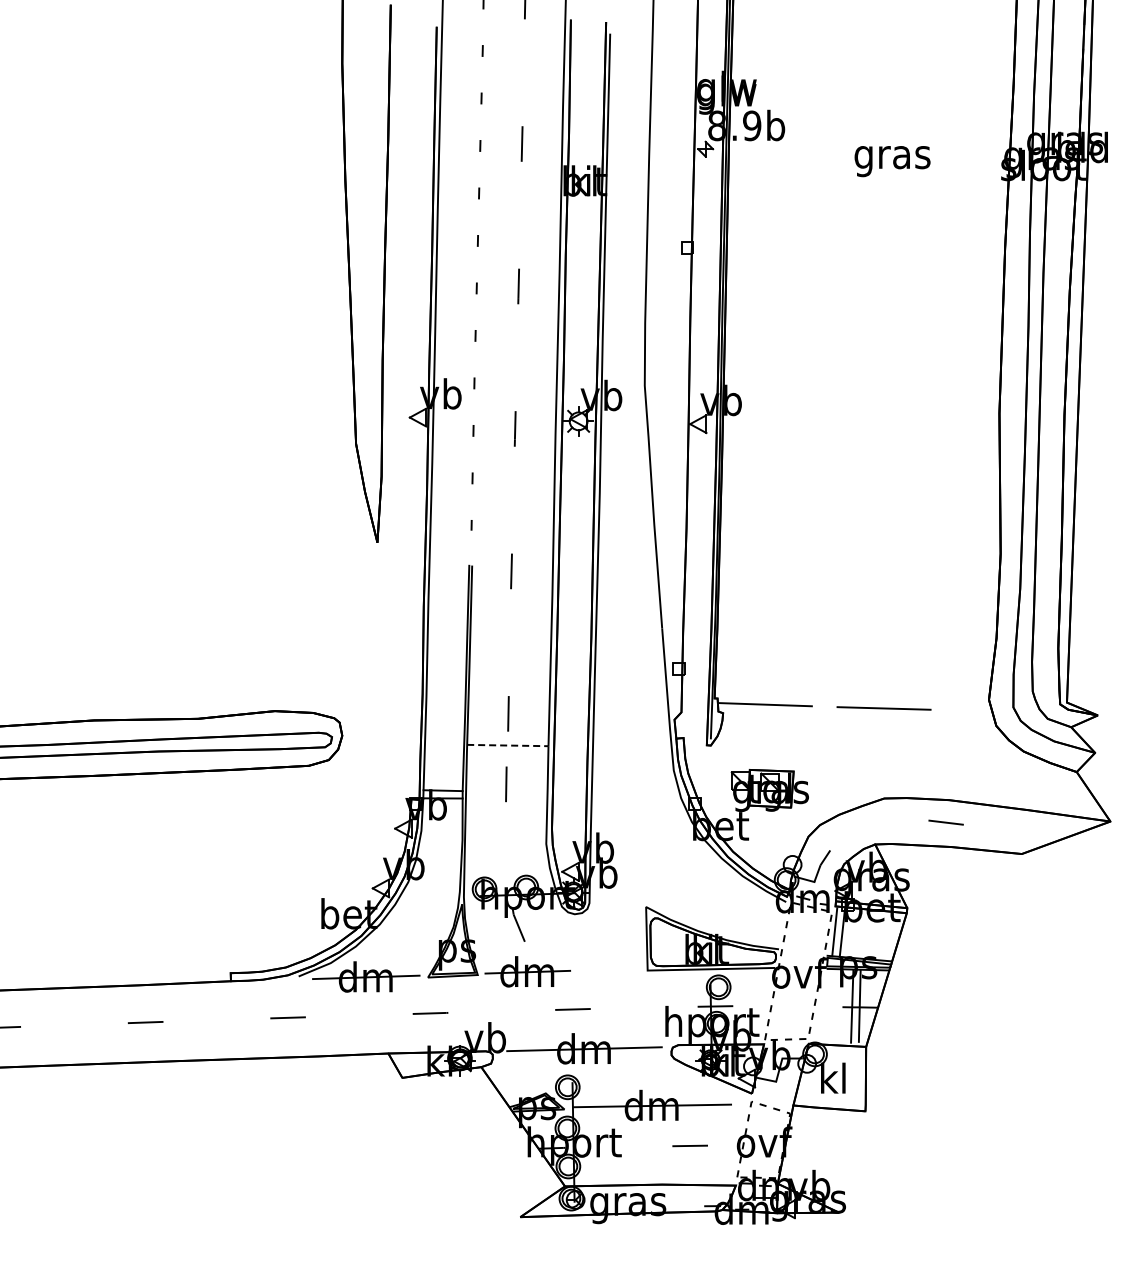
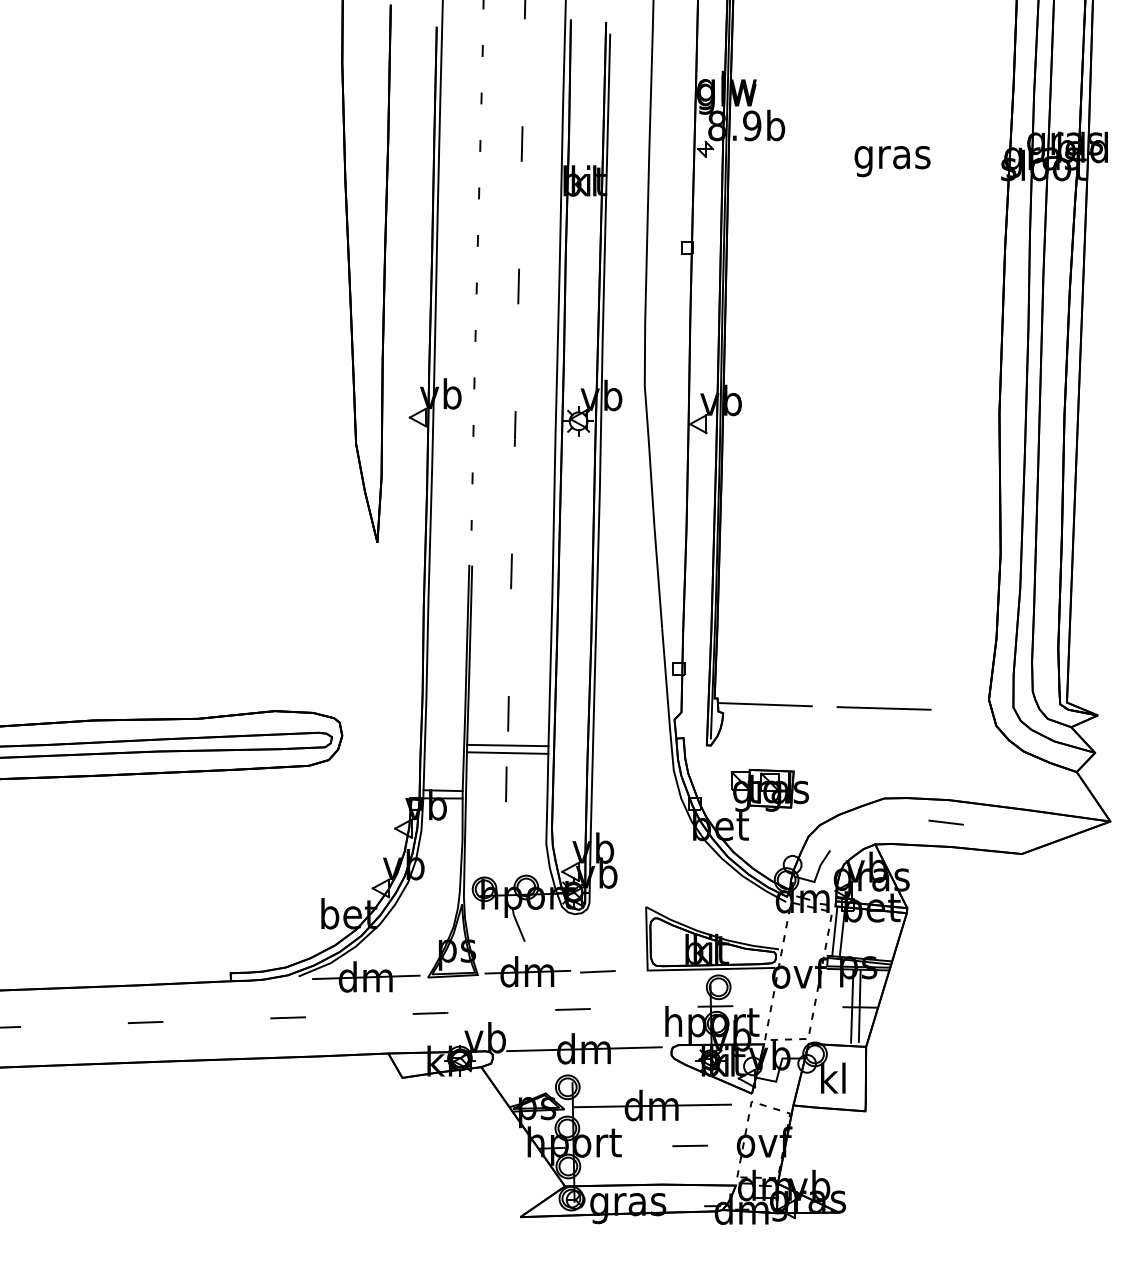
line at (507, 745): dashed -> solid
line at (507, 752): none -> present
line at (597, 971): none -> present
